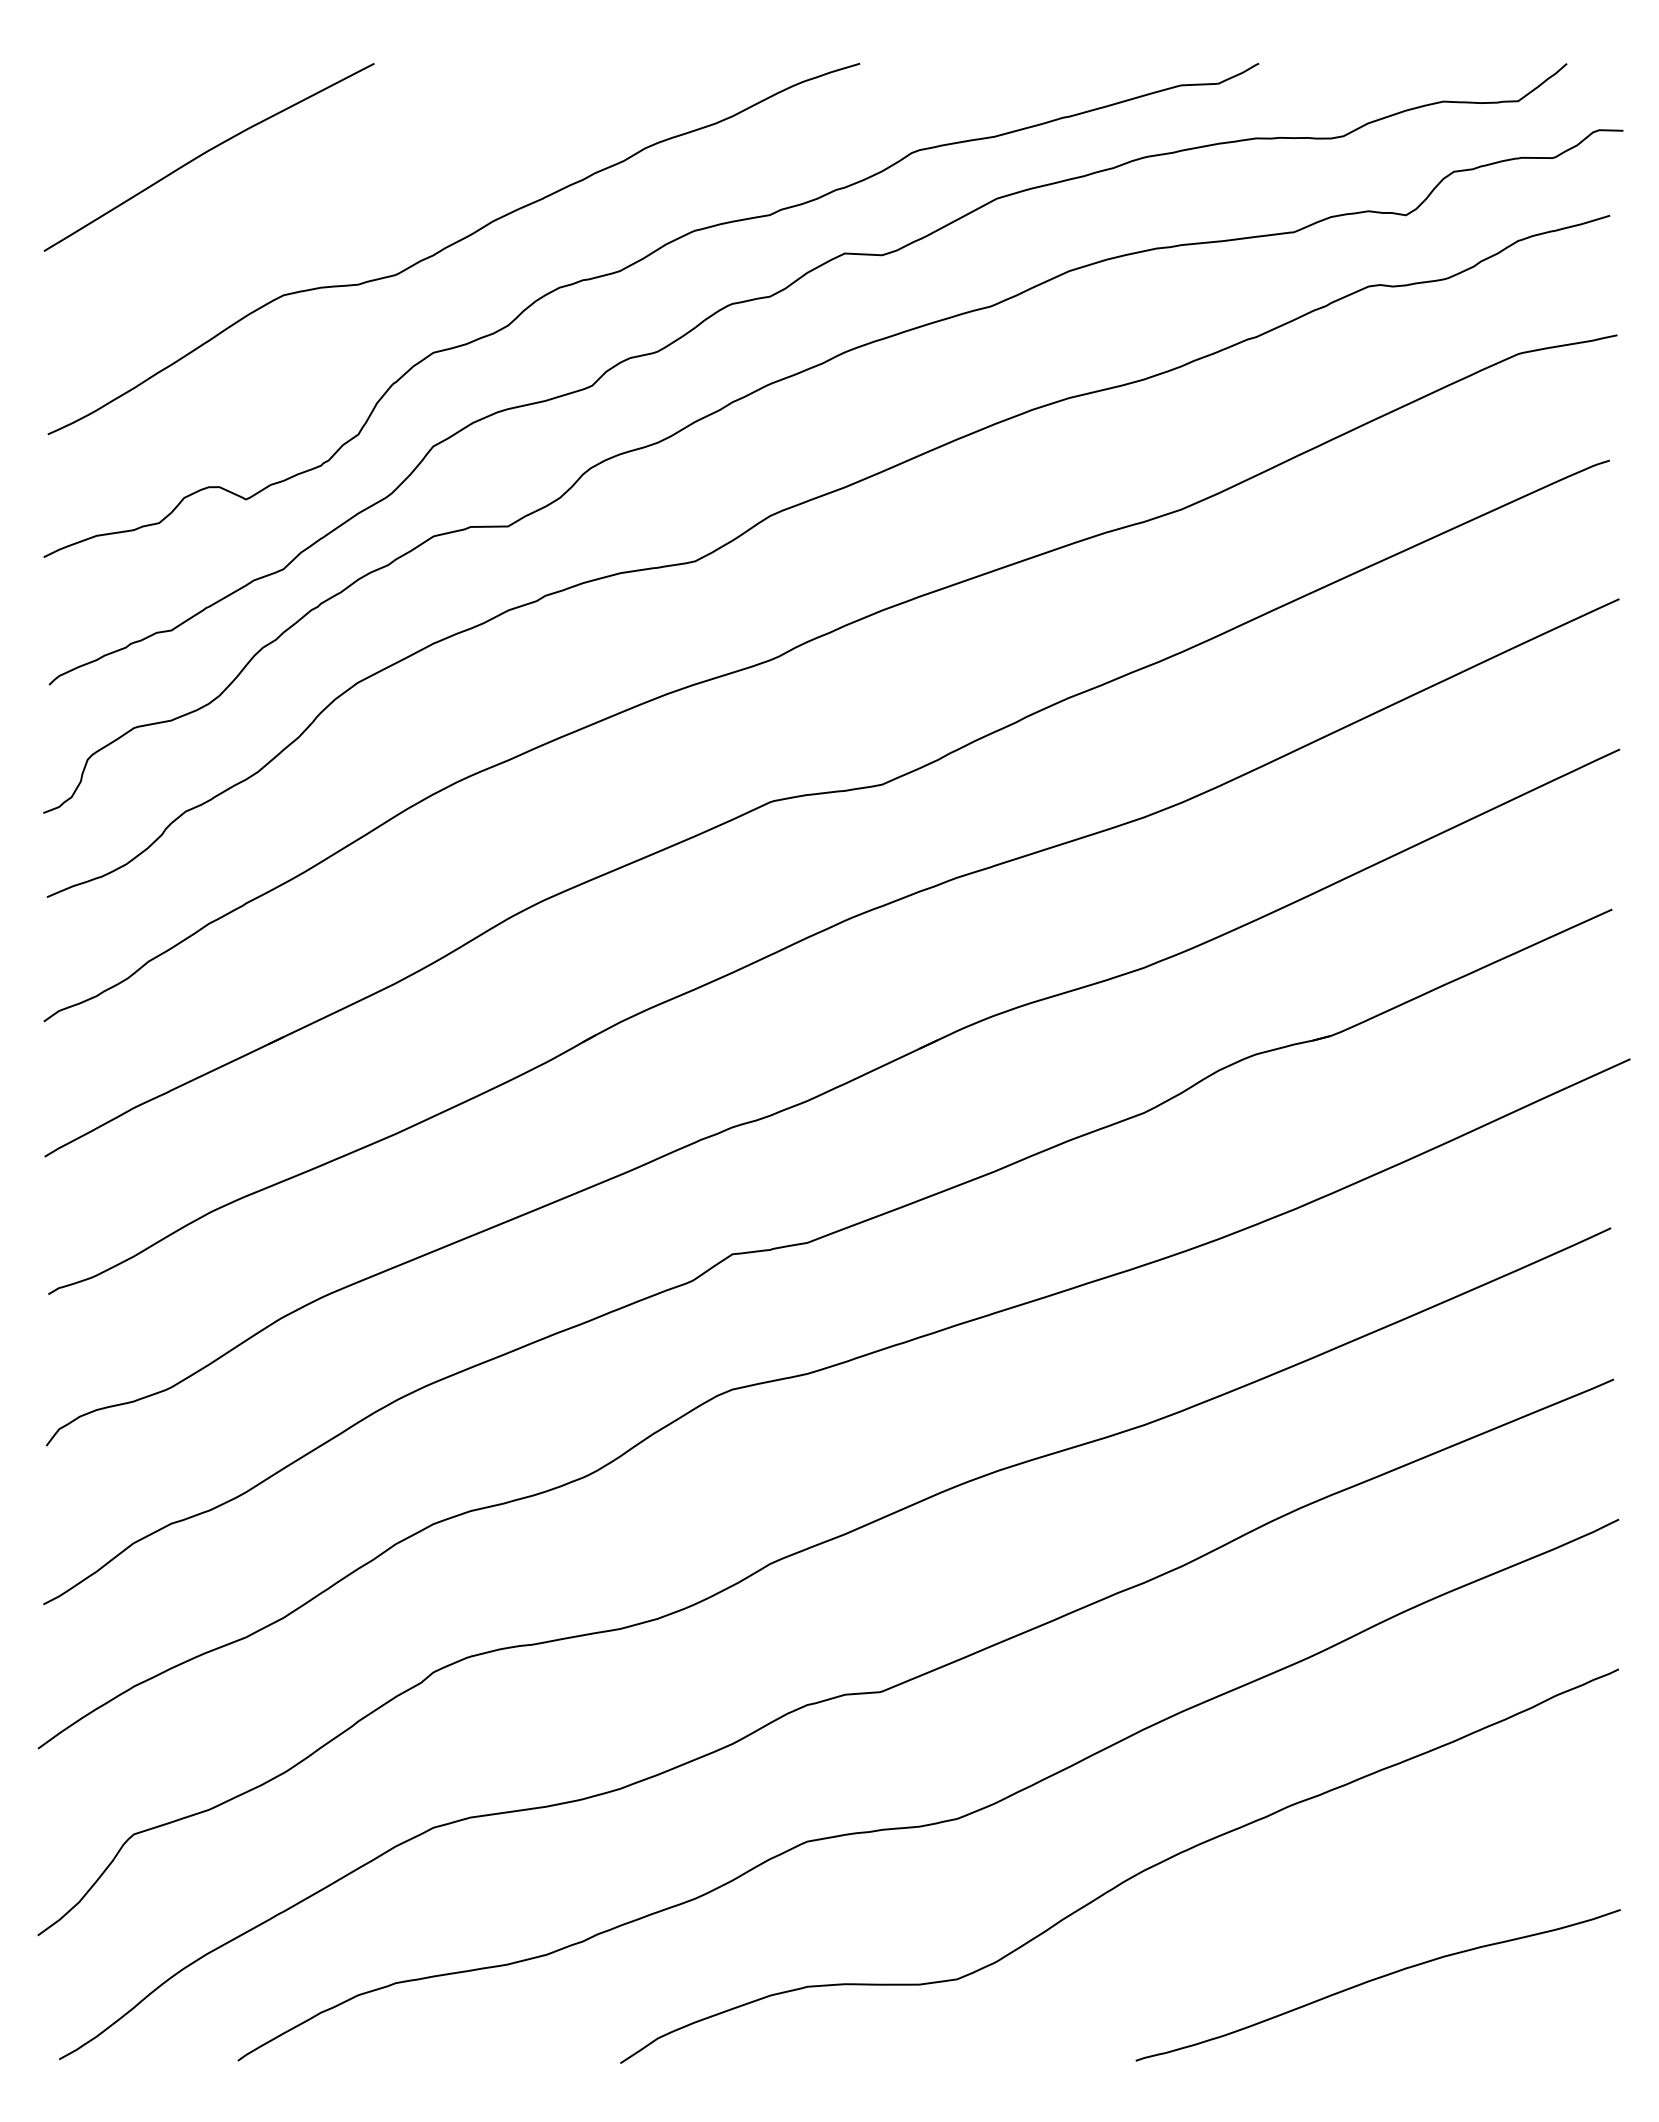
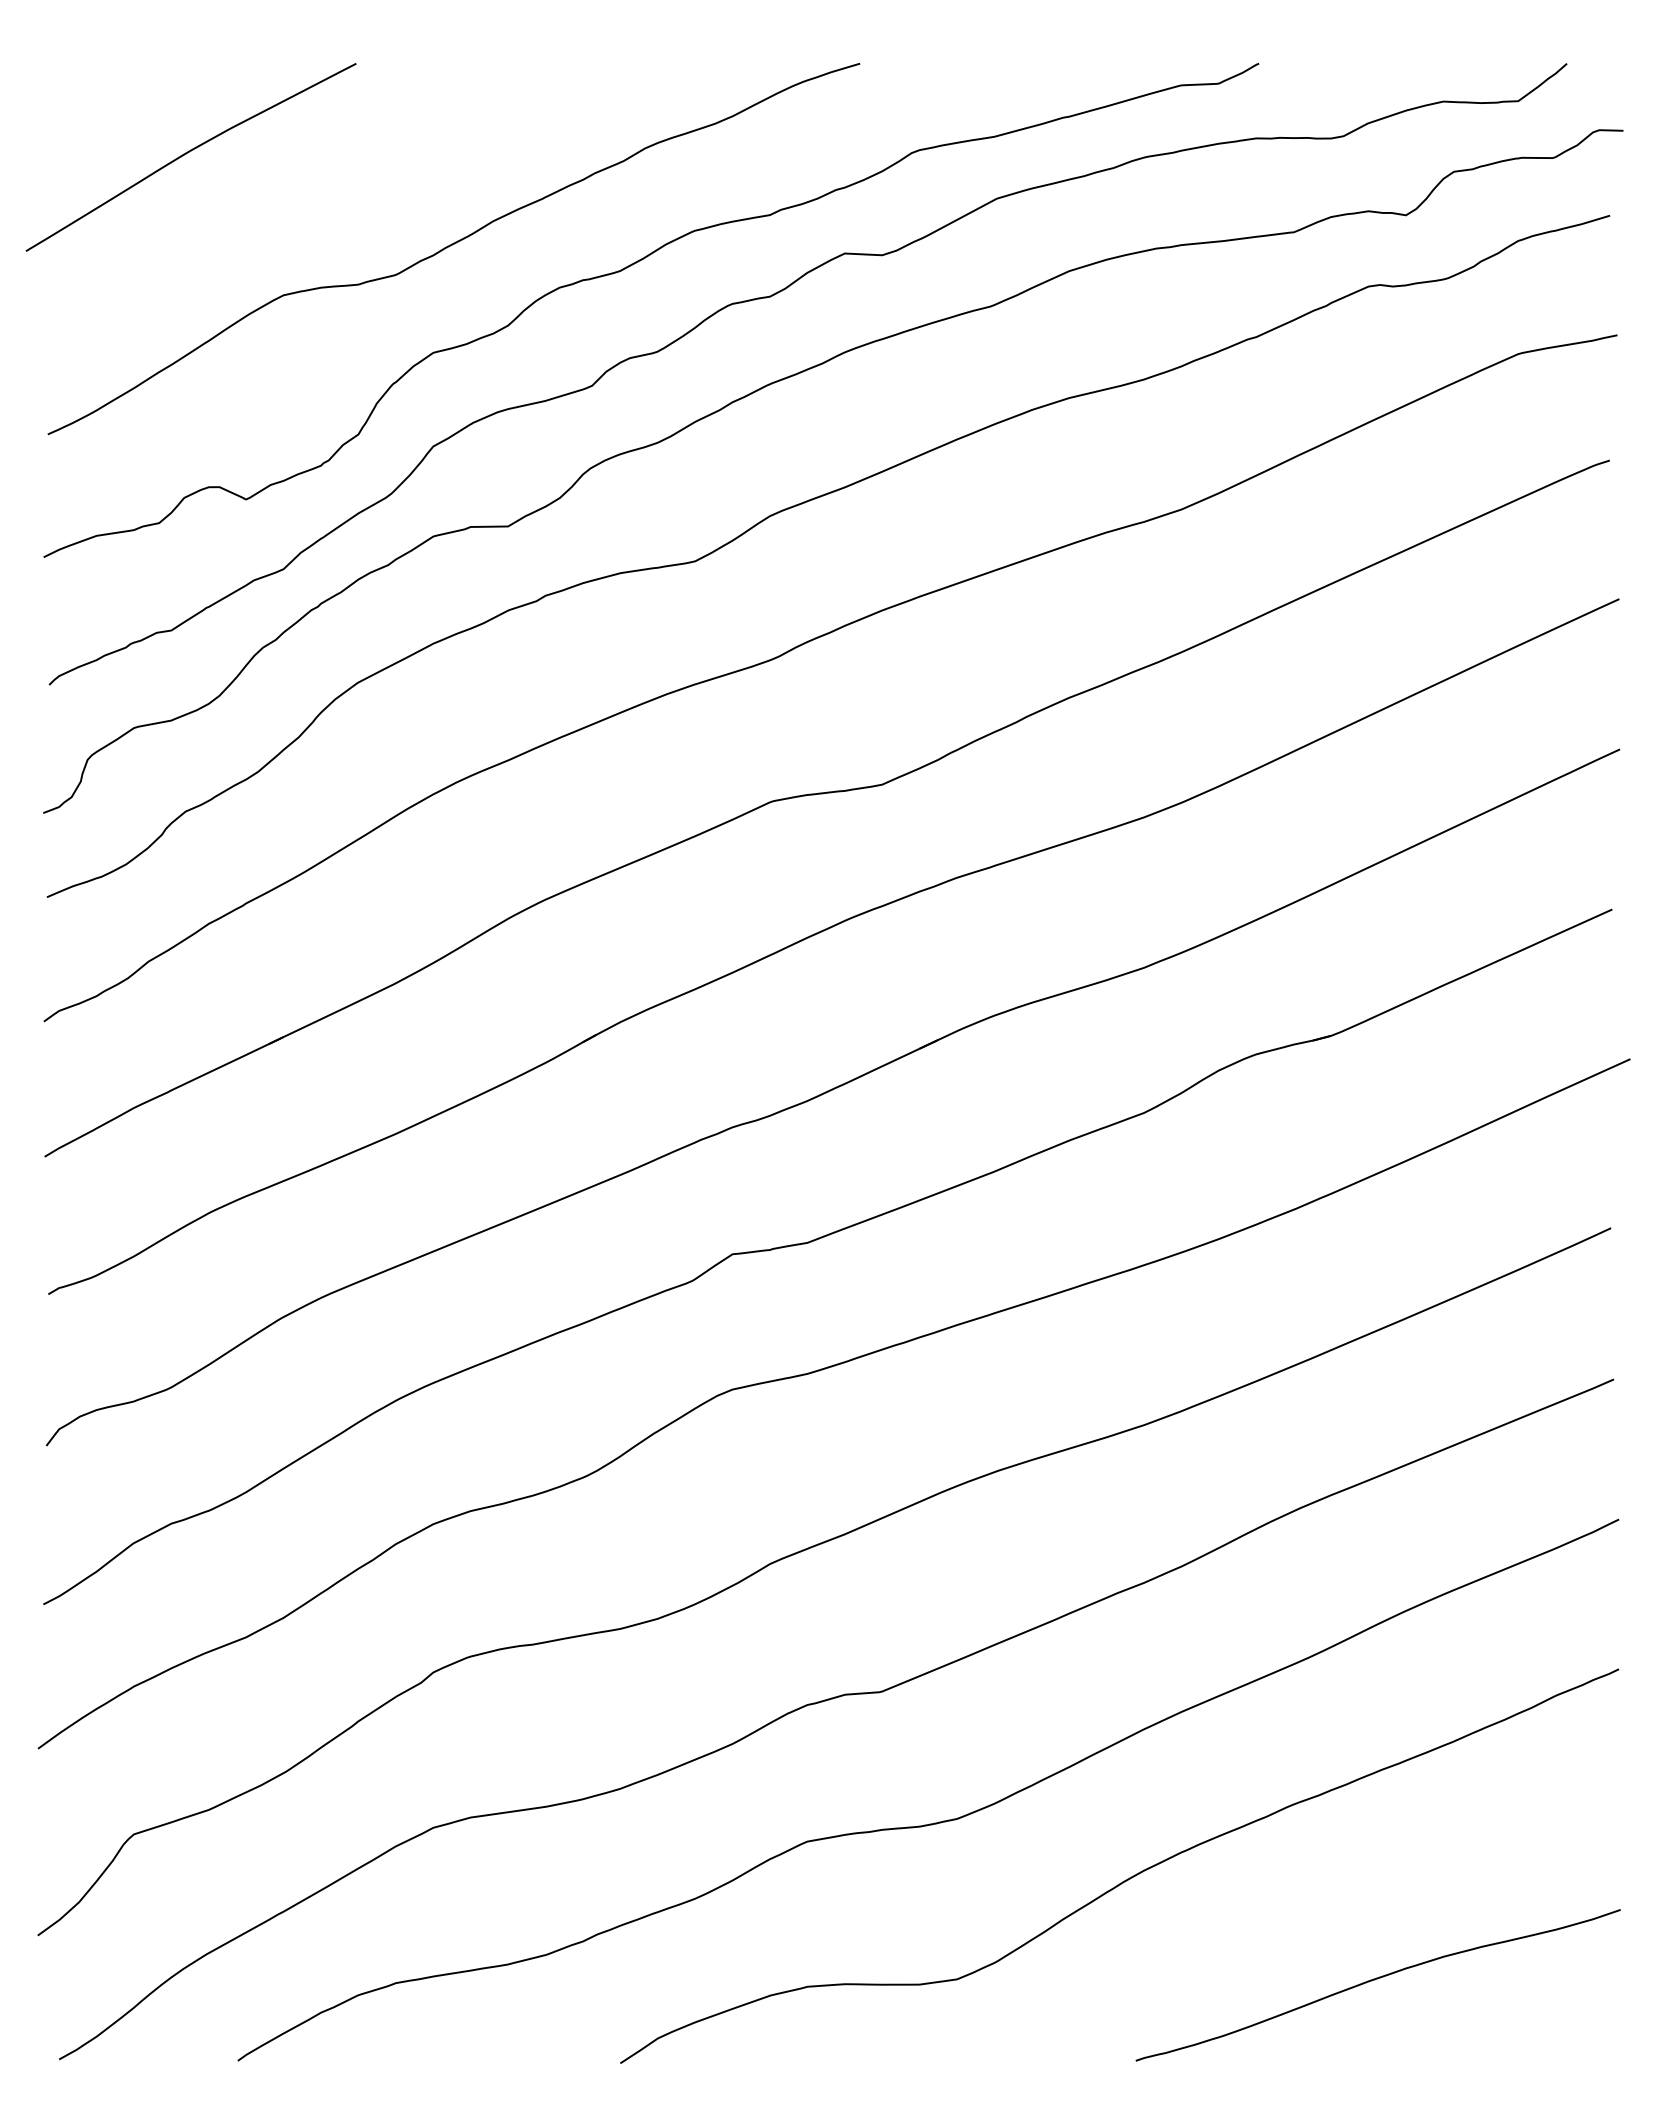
curve at (206, 153) position: (206, 153) -> (188, 153)
